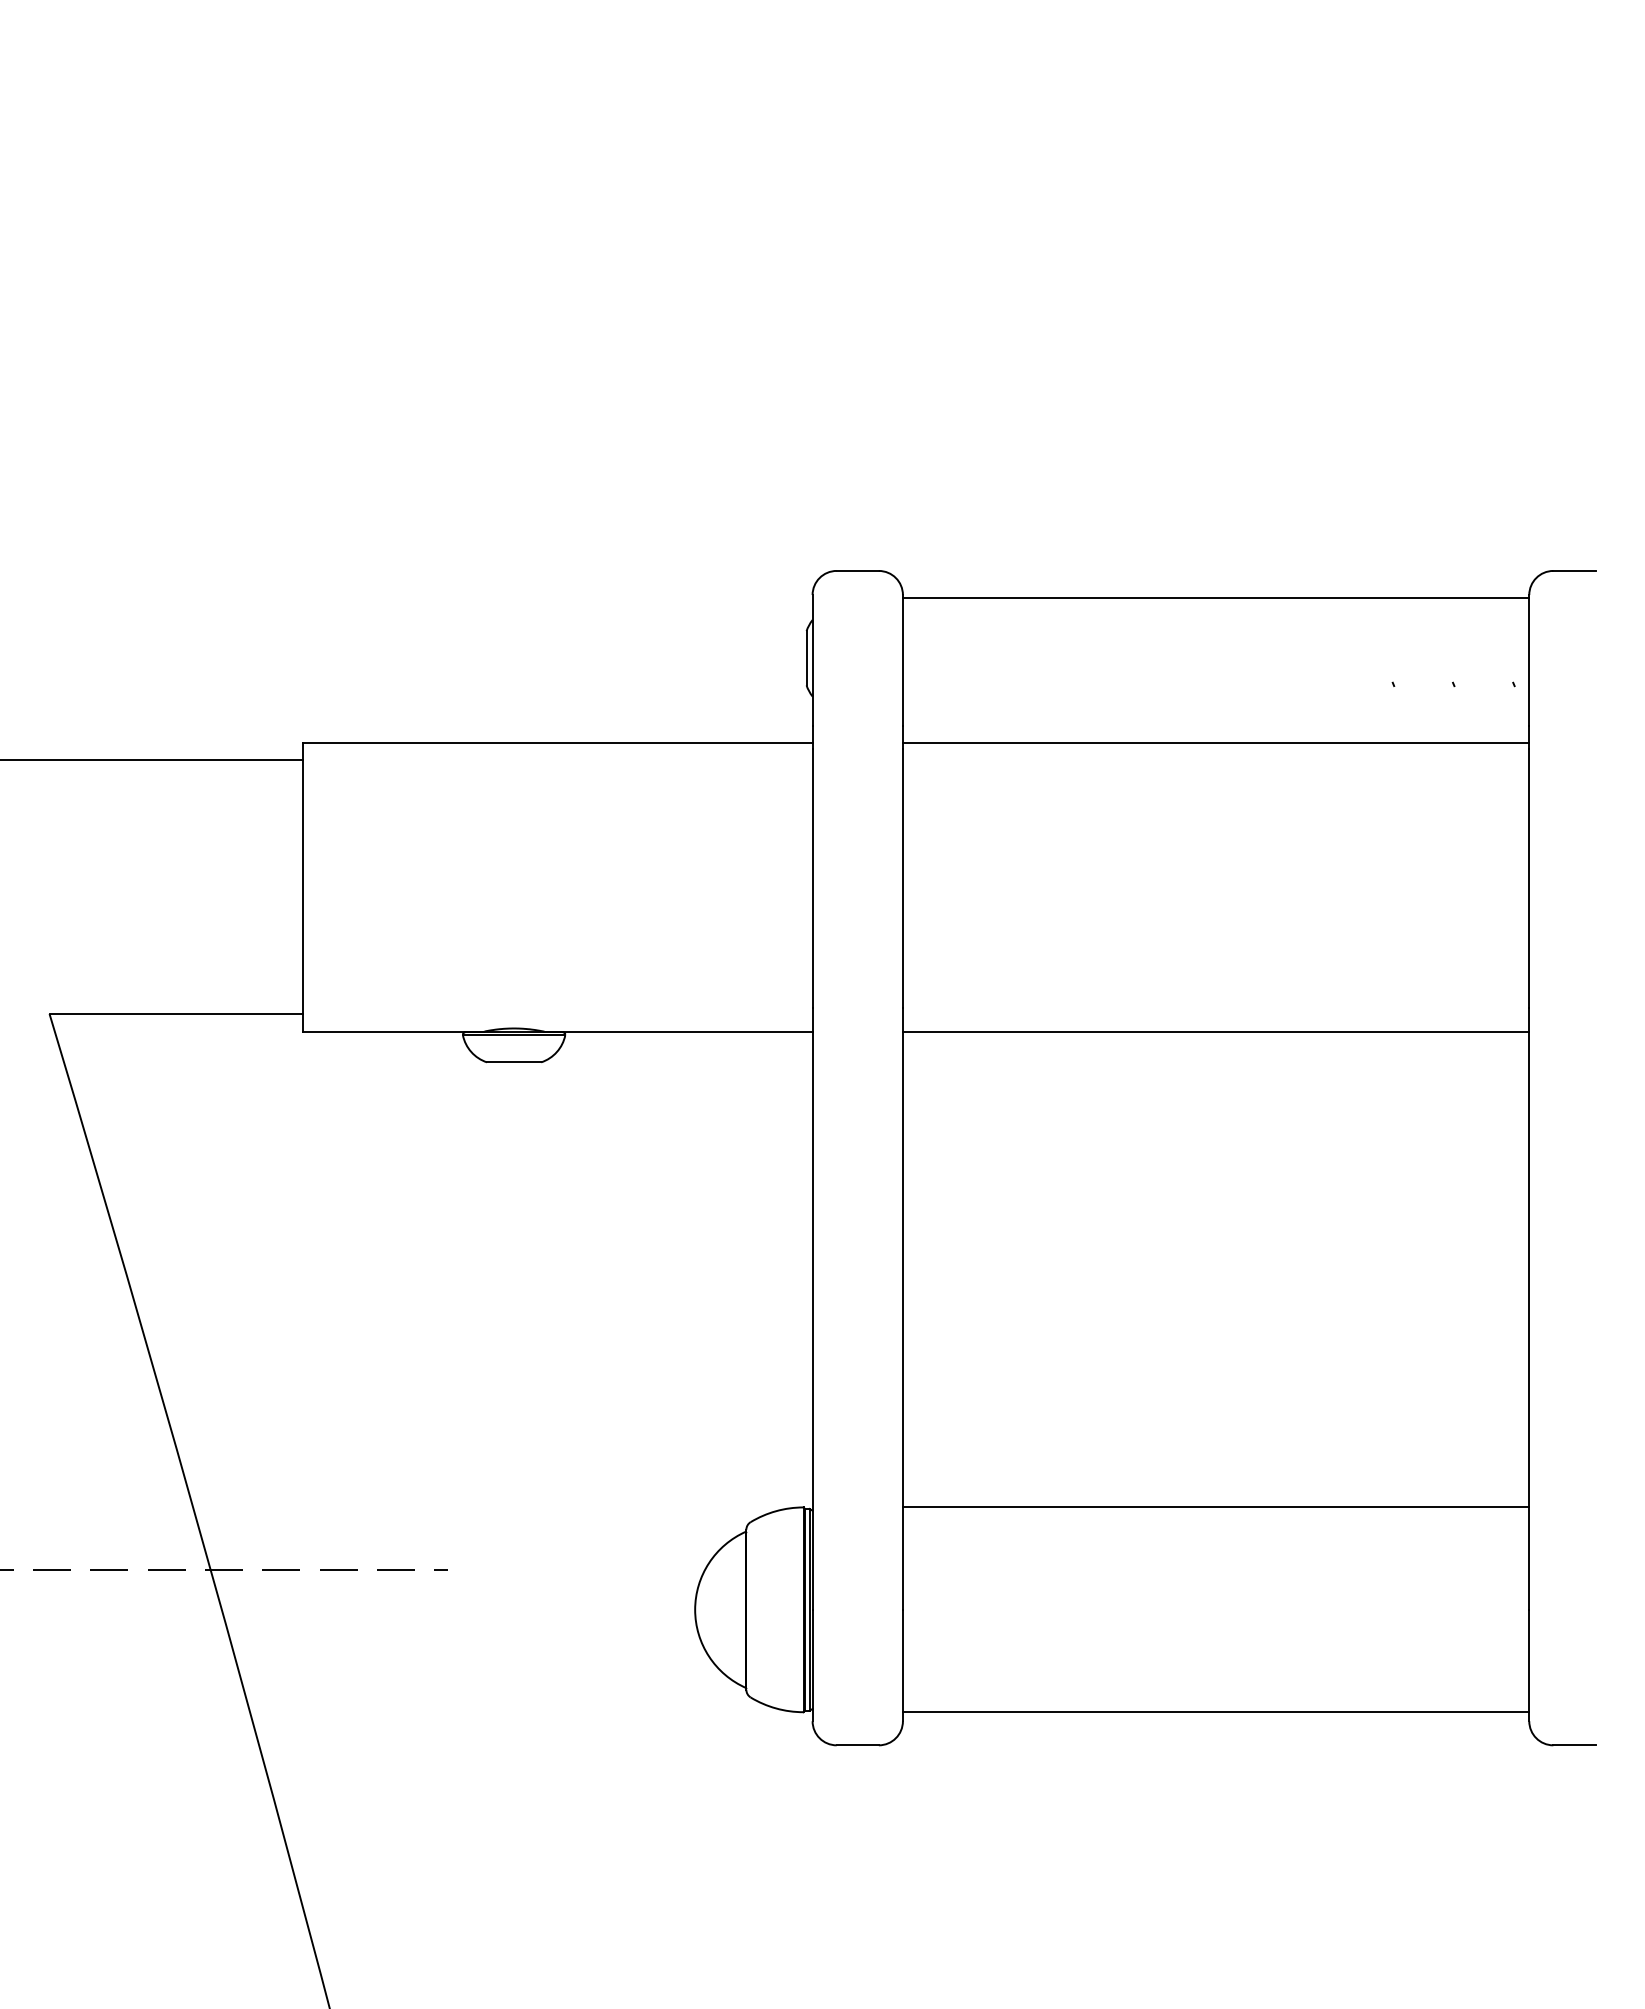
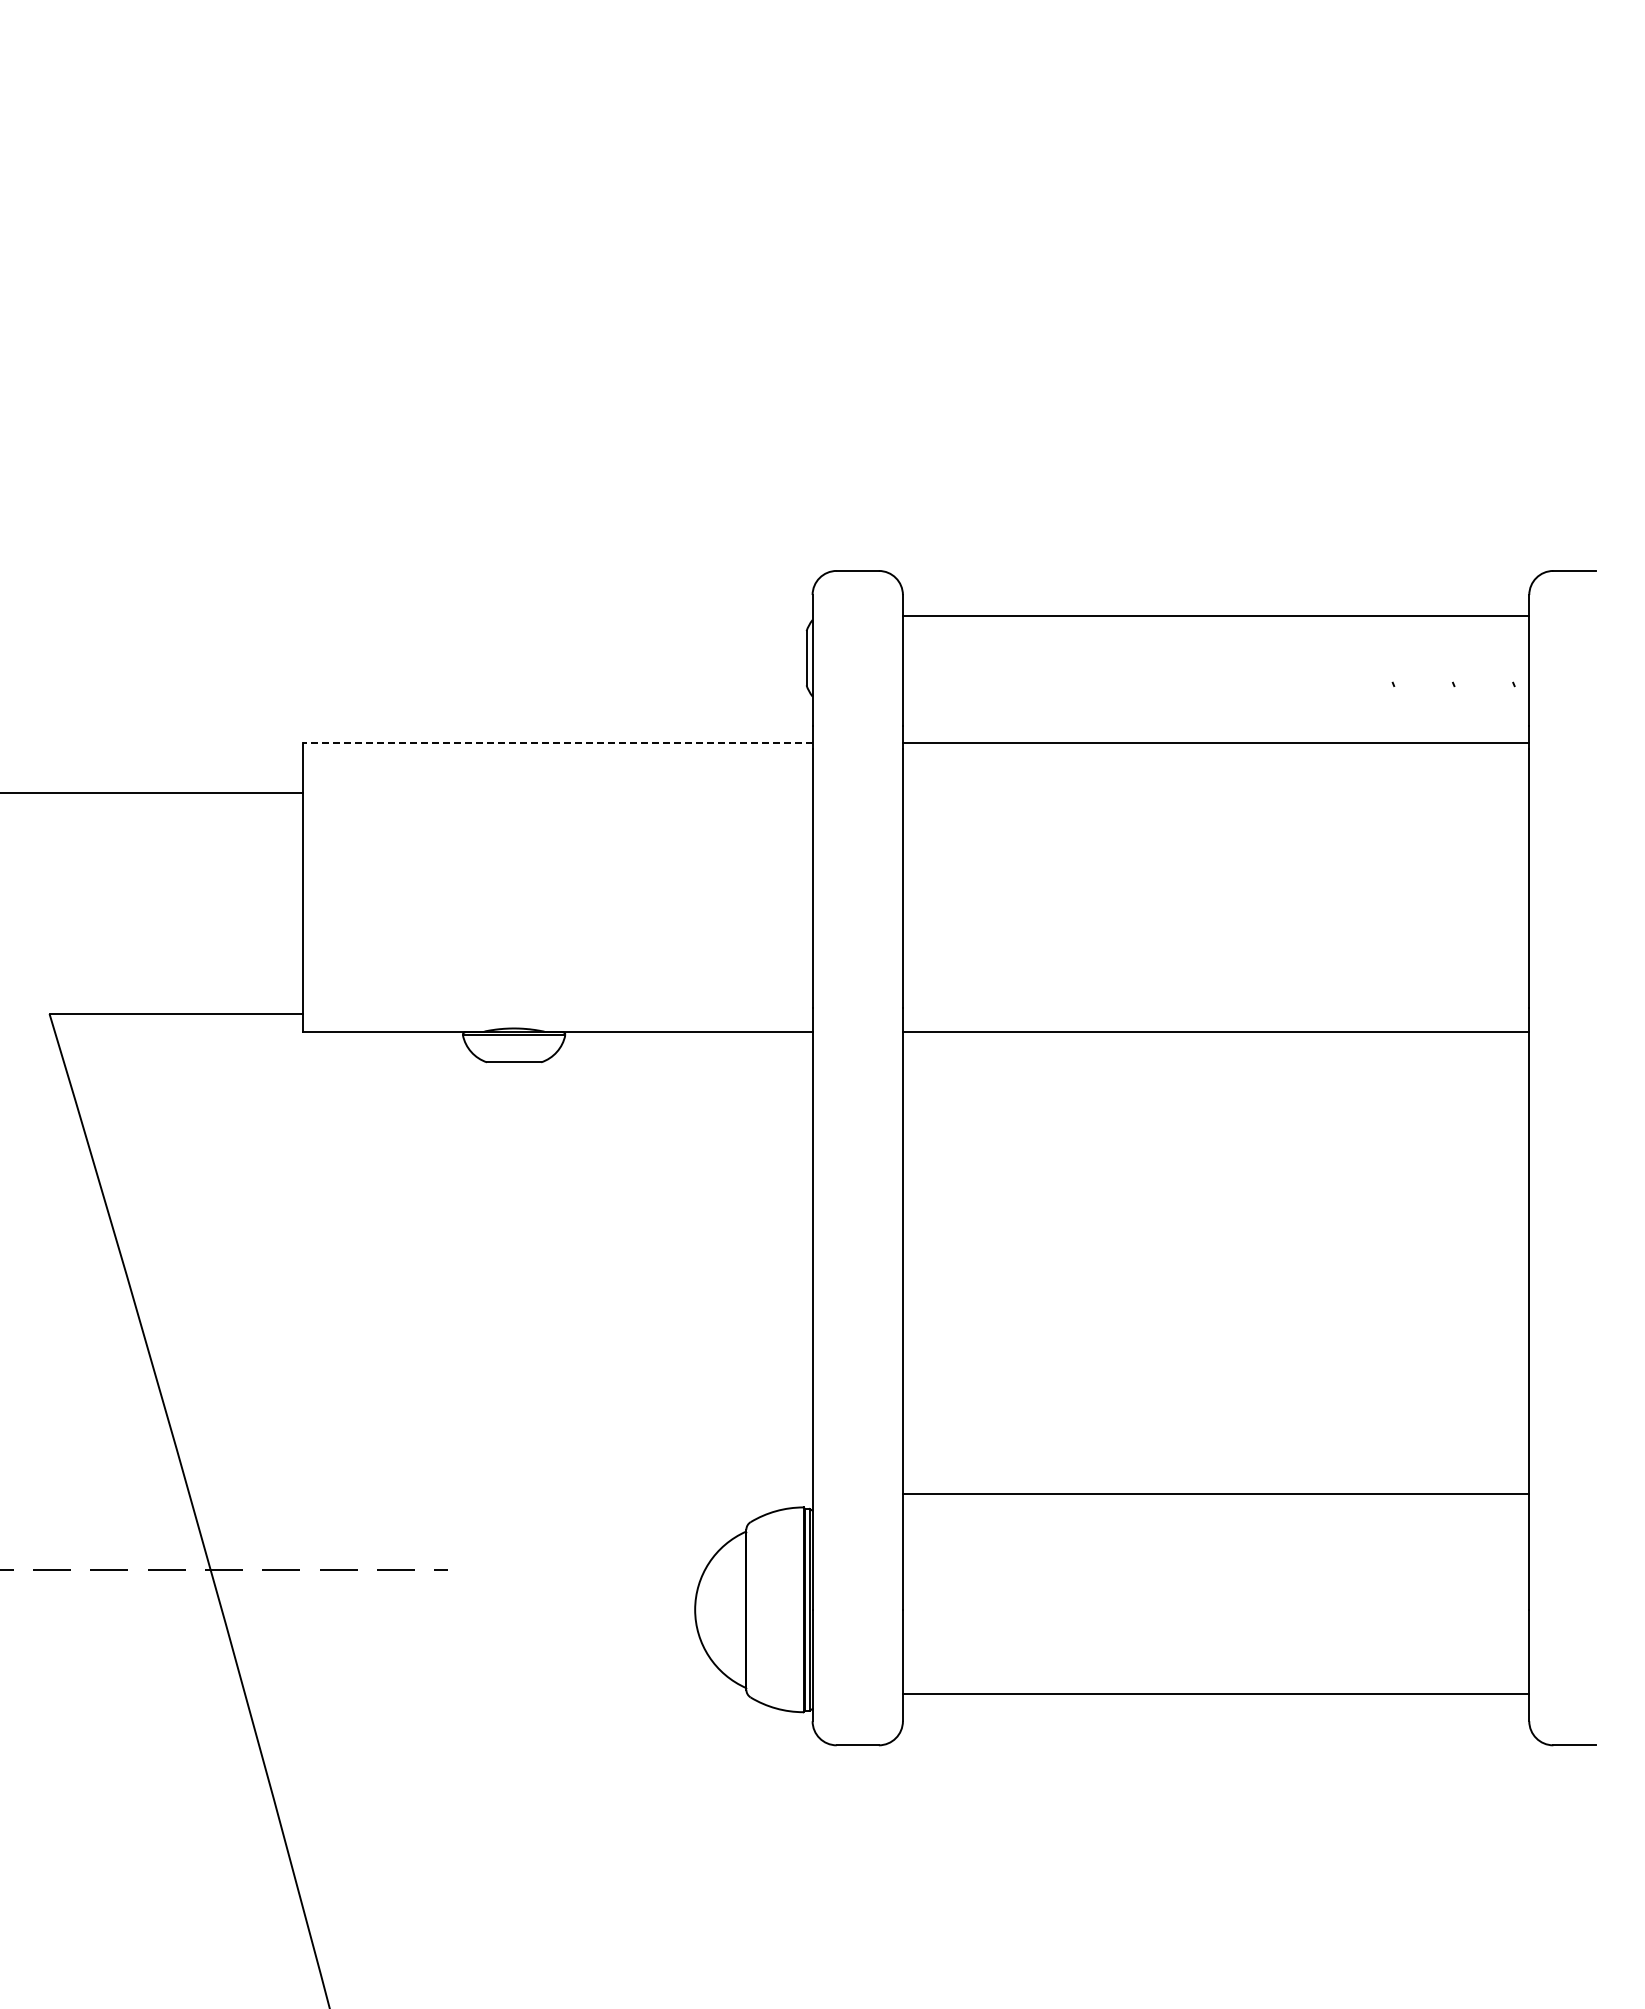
line at (1215, 598) position: (1215, 598) -> (1215, 616)
line at (557, 742): solid -> dashed
line at (152, 760) position: (152, 760) -> (152, 793)
line at (1215, 1507) position: (1215, 1507) -> (1215, 1494)
line at (1215, 1712) position: (1215, 1712) -> (1215, 1694)
